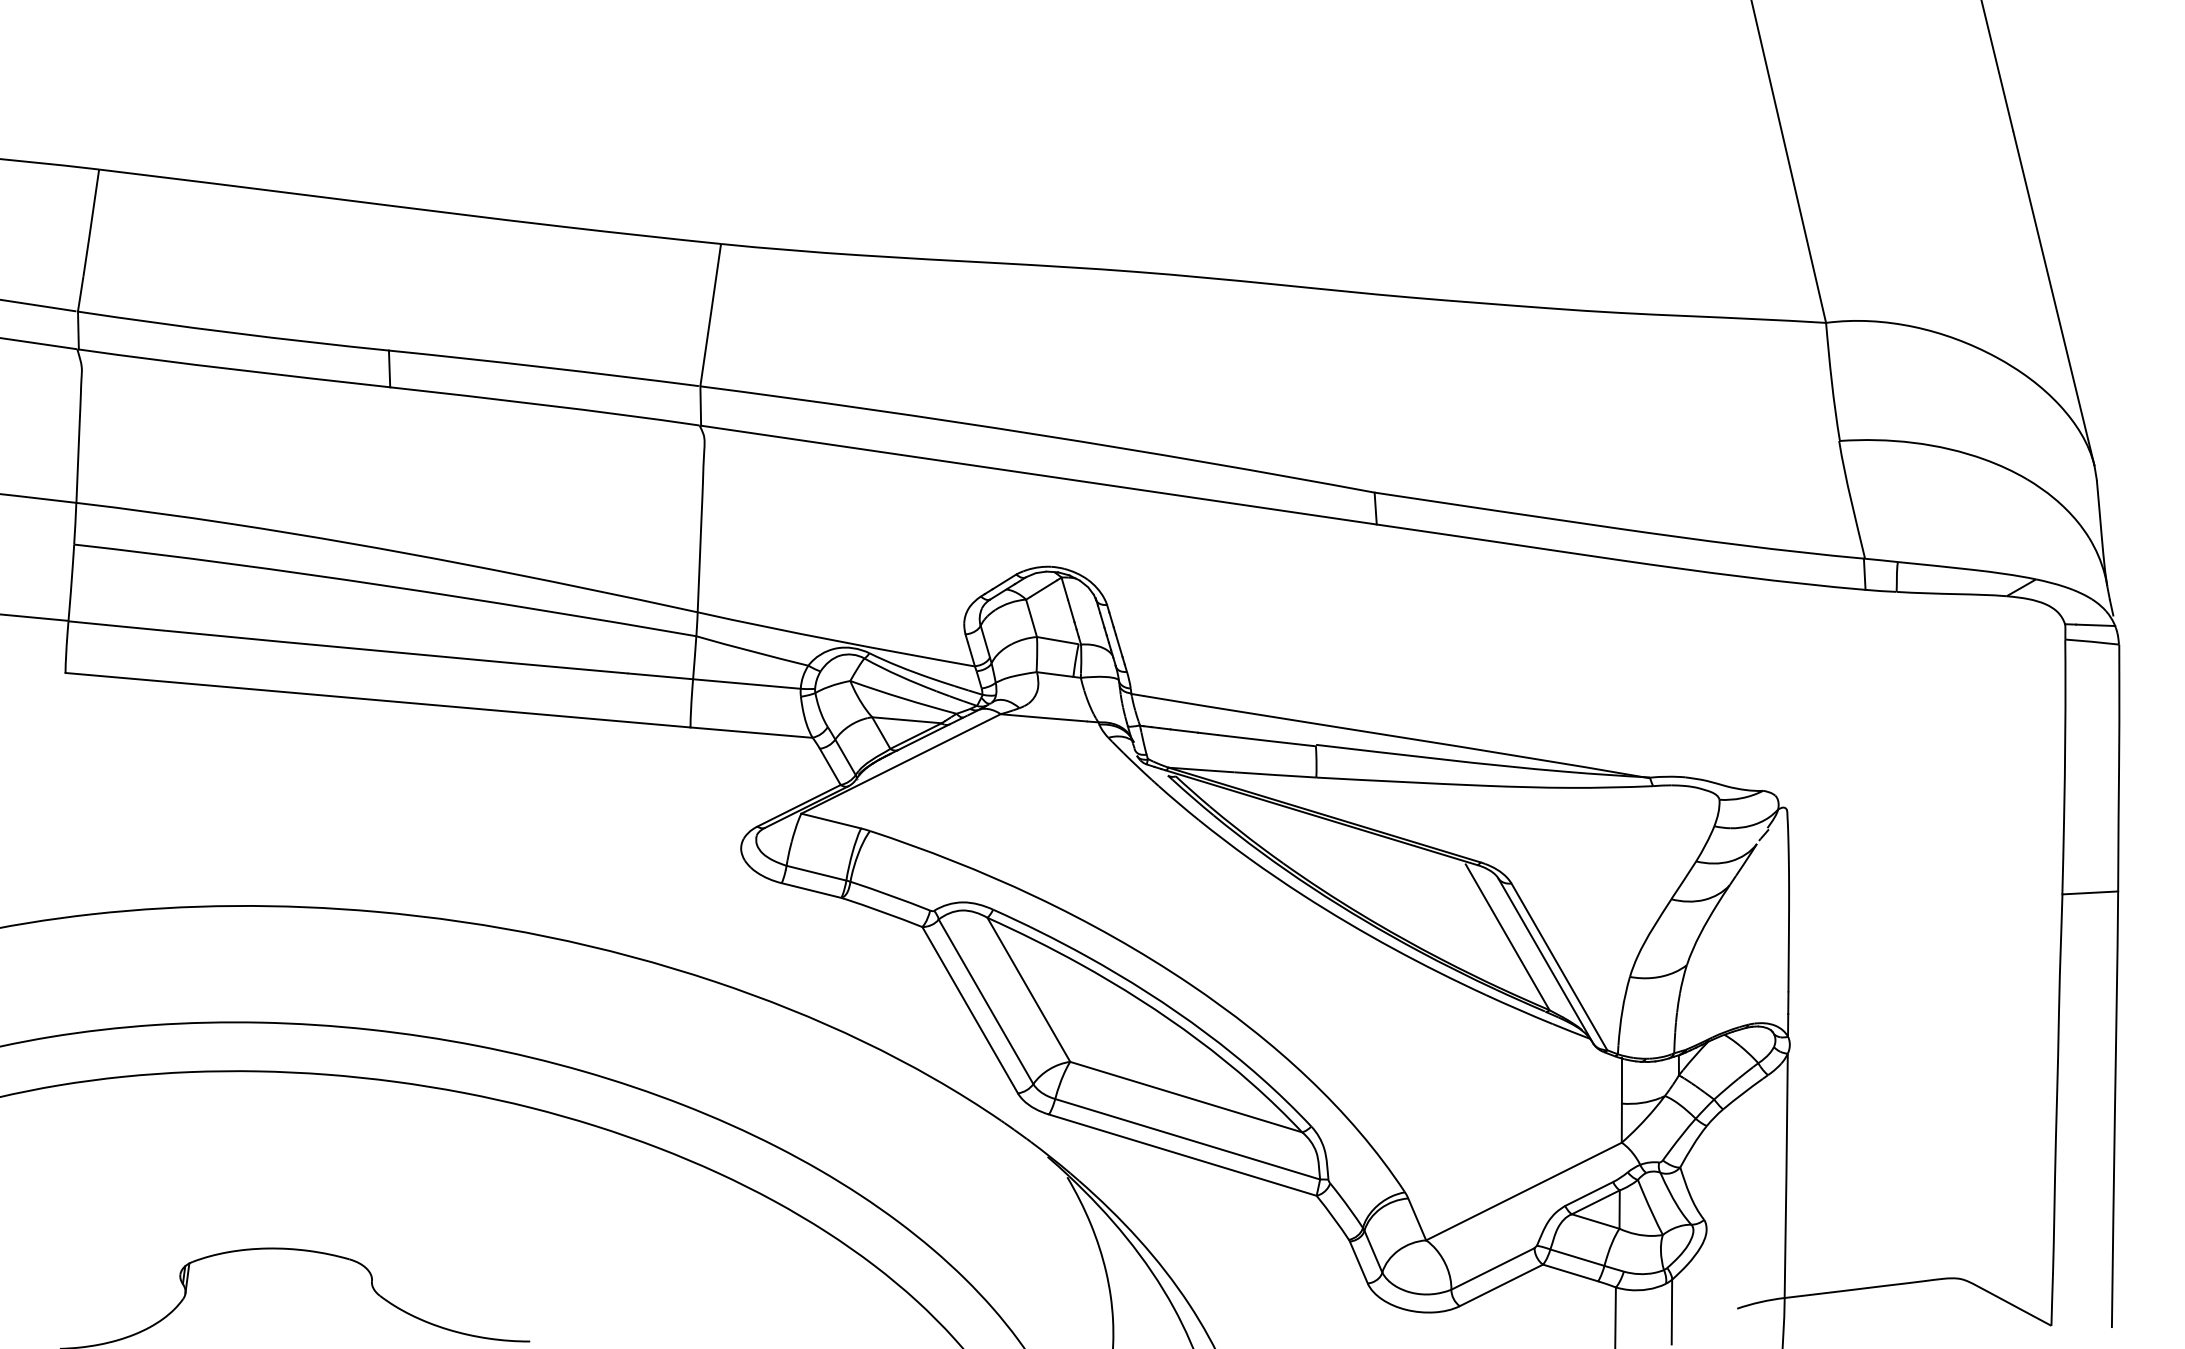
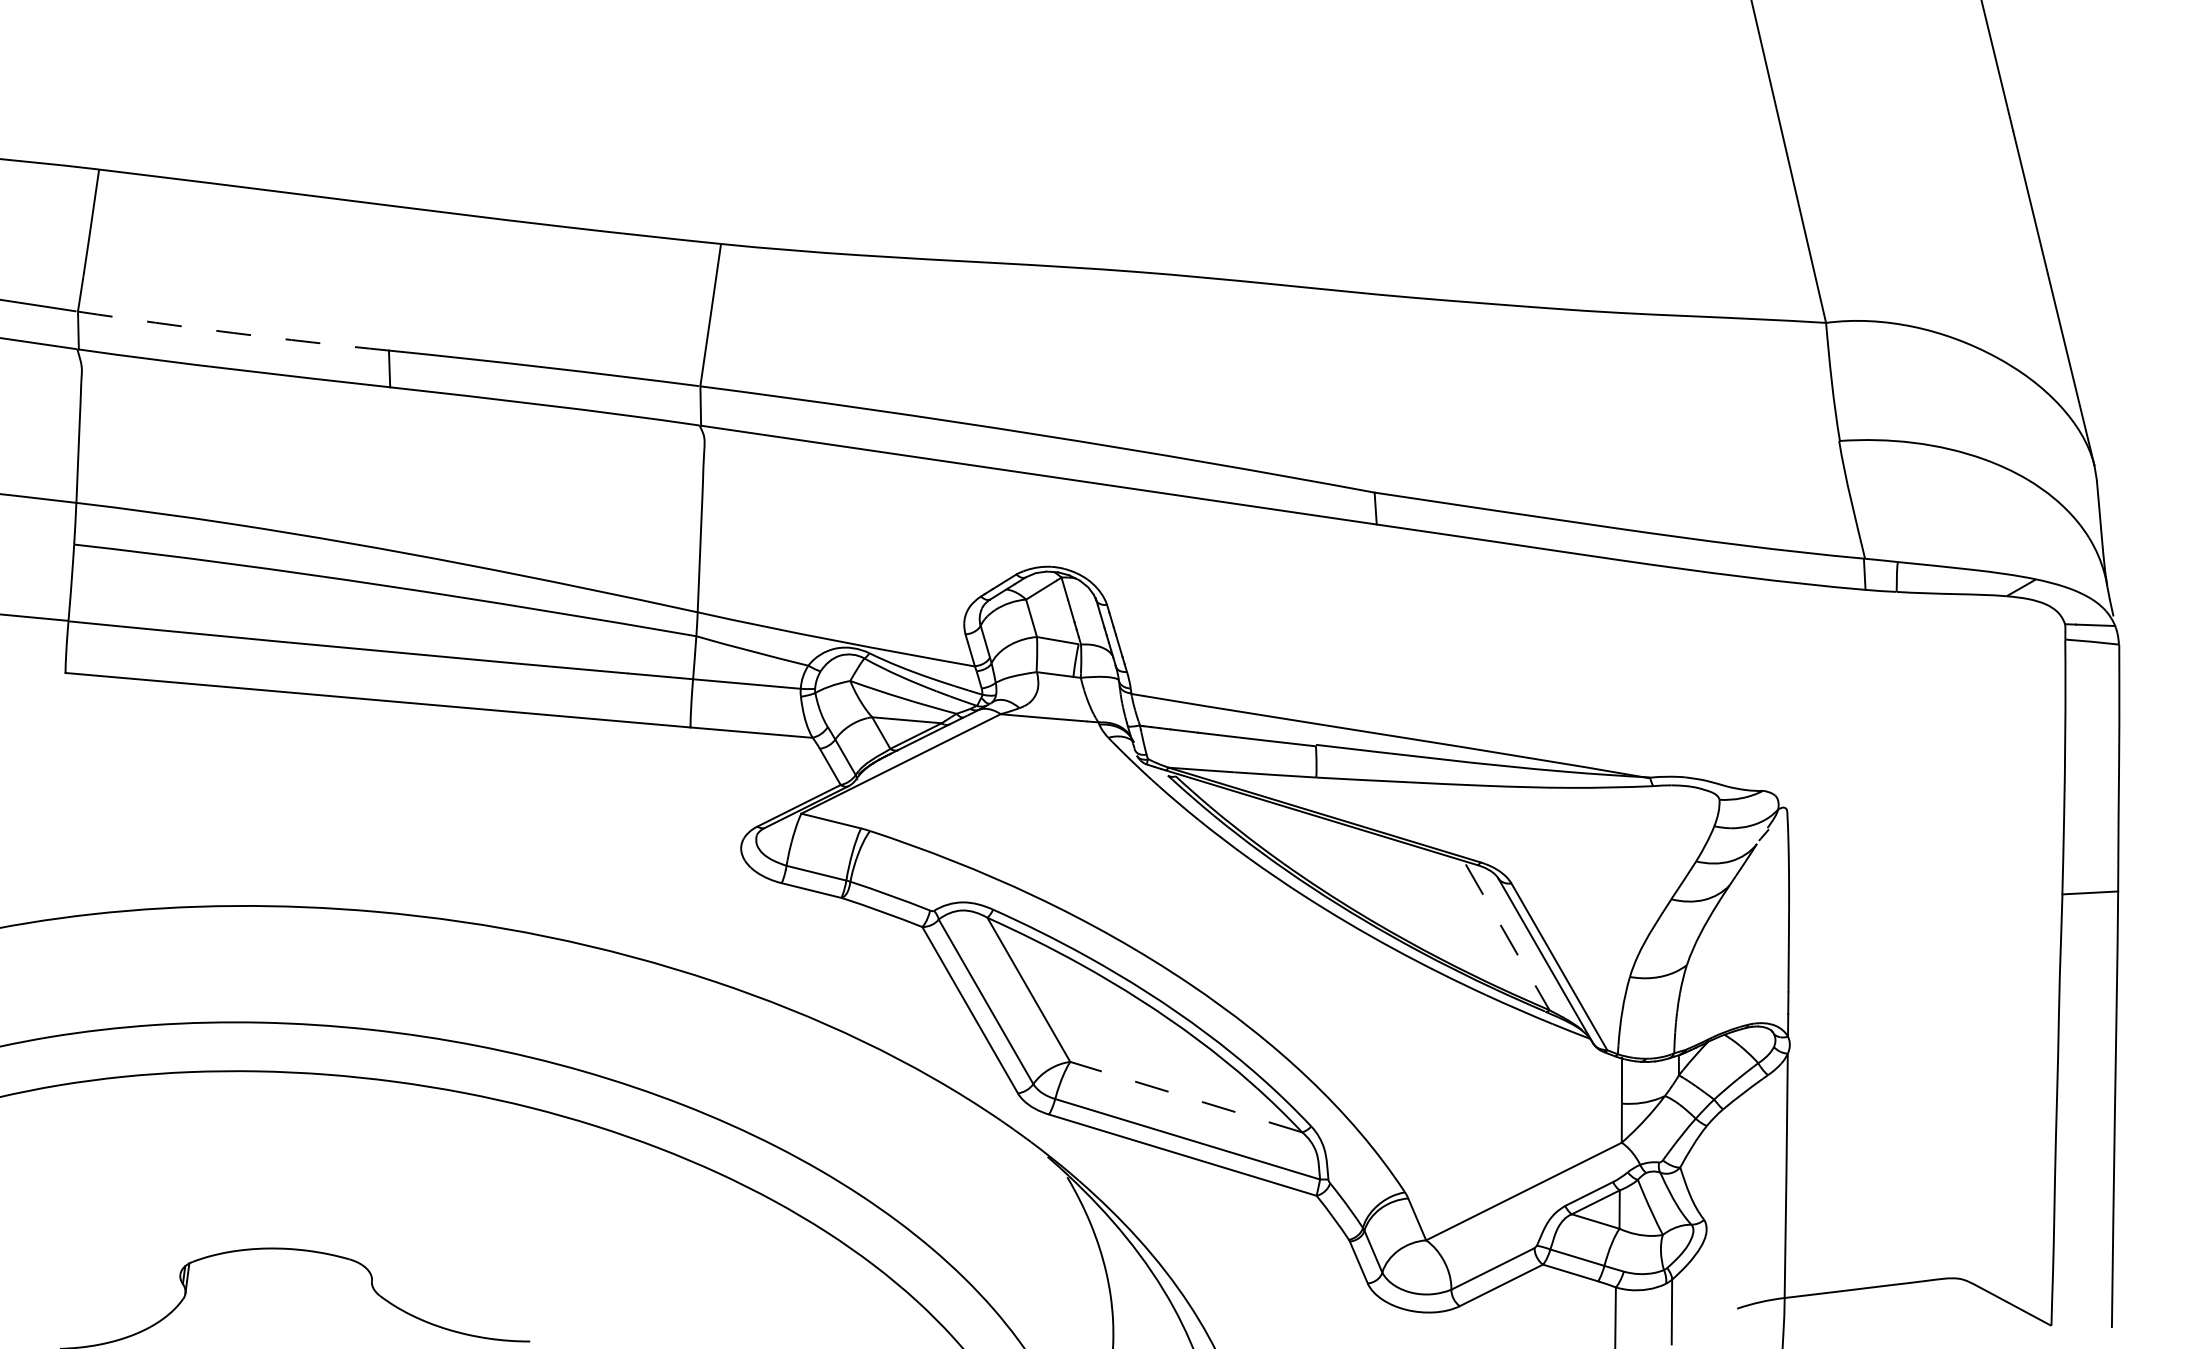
arc at (233, 332): solid -> dashed
line at (1507, 937): solid -> dashed
line at (1185, 1096): solid -> dashed
